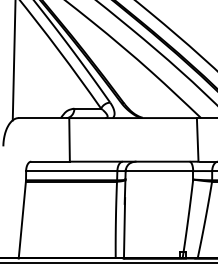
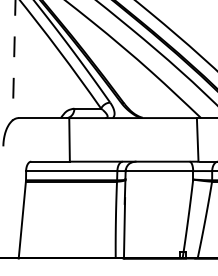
line at (14, 60): solid -> dashed
line at (108, 263): present -> none
